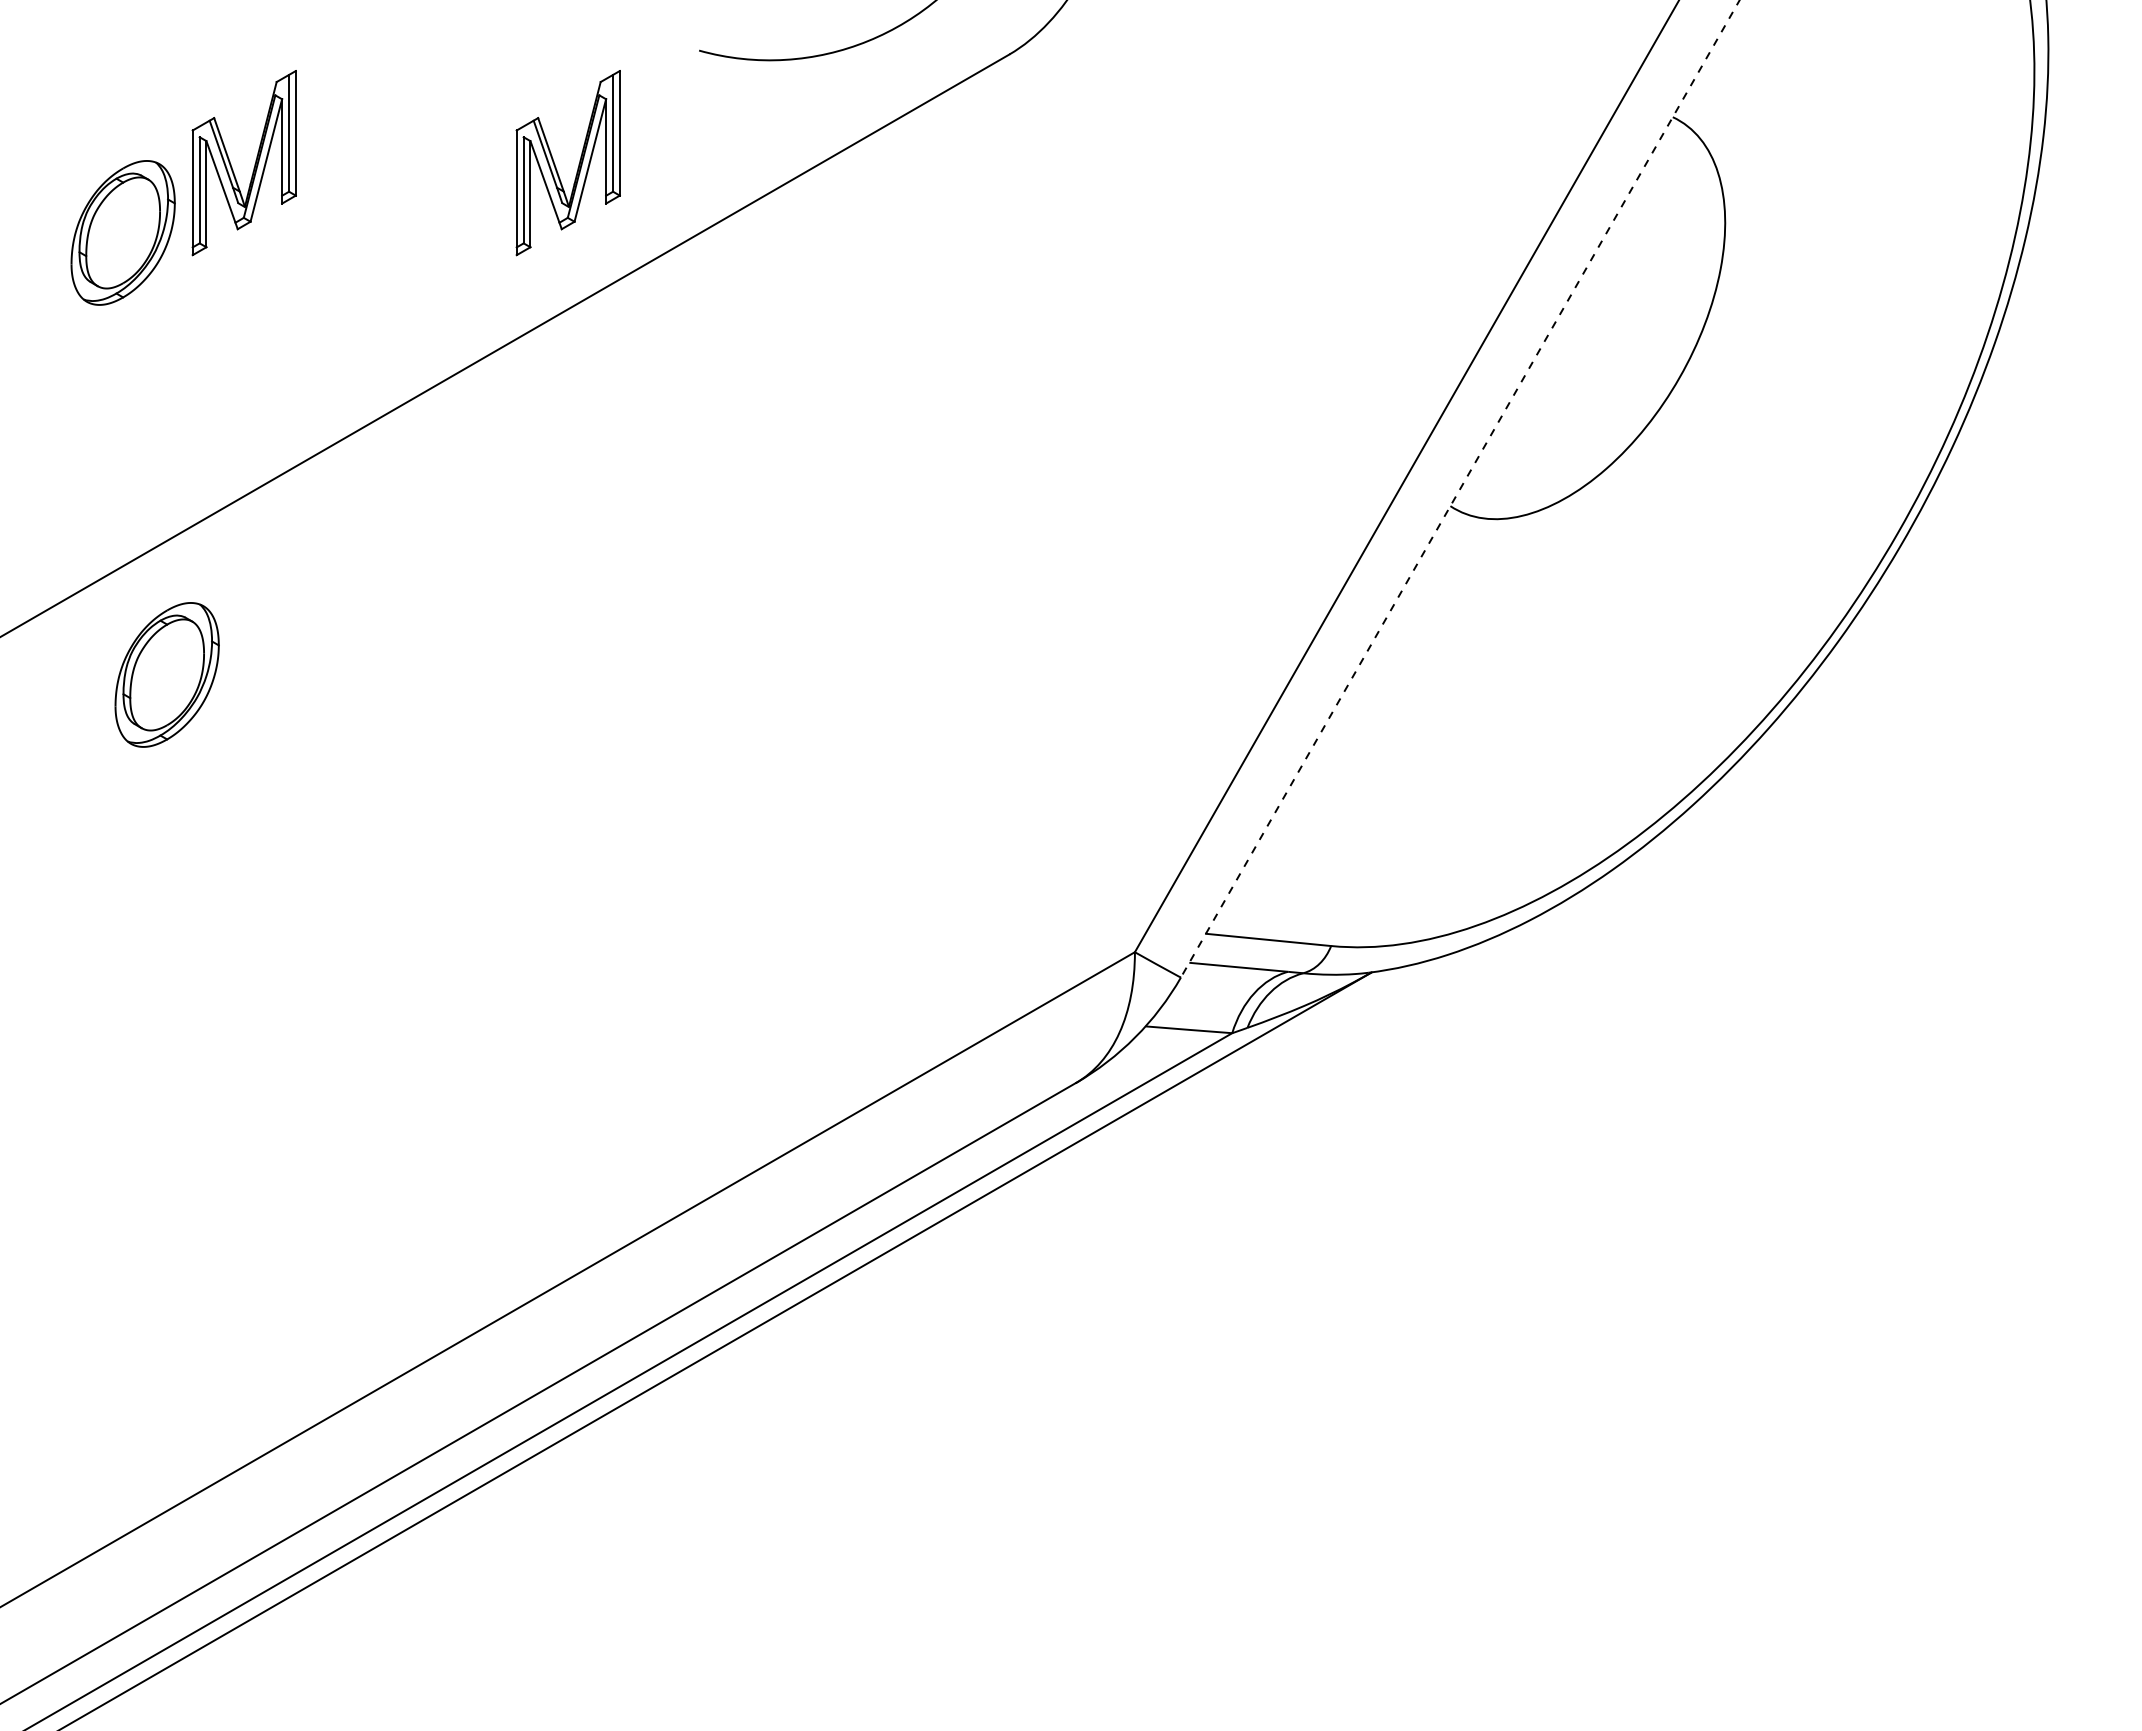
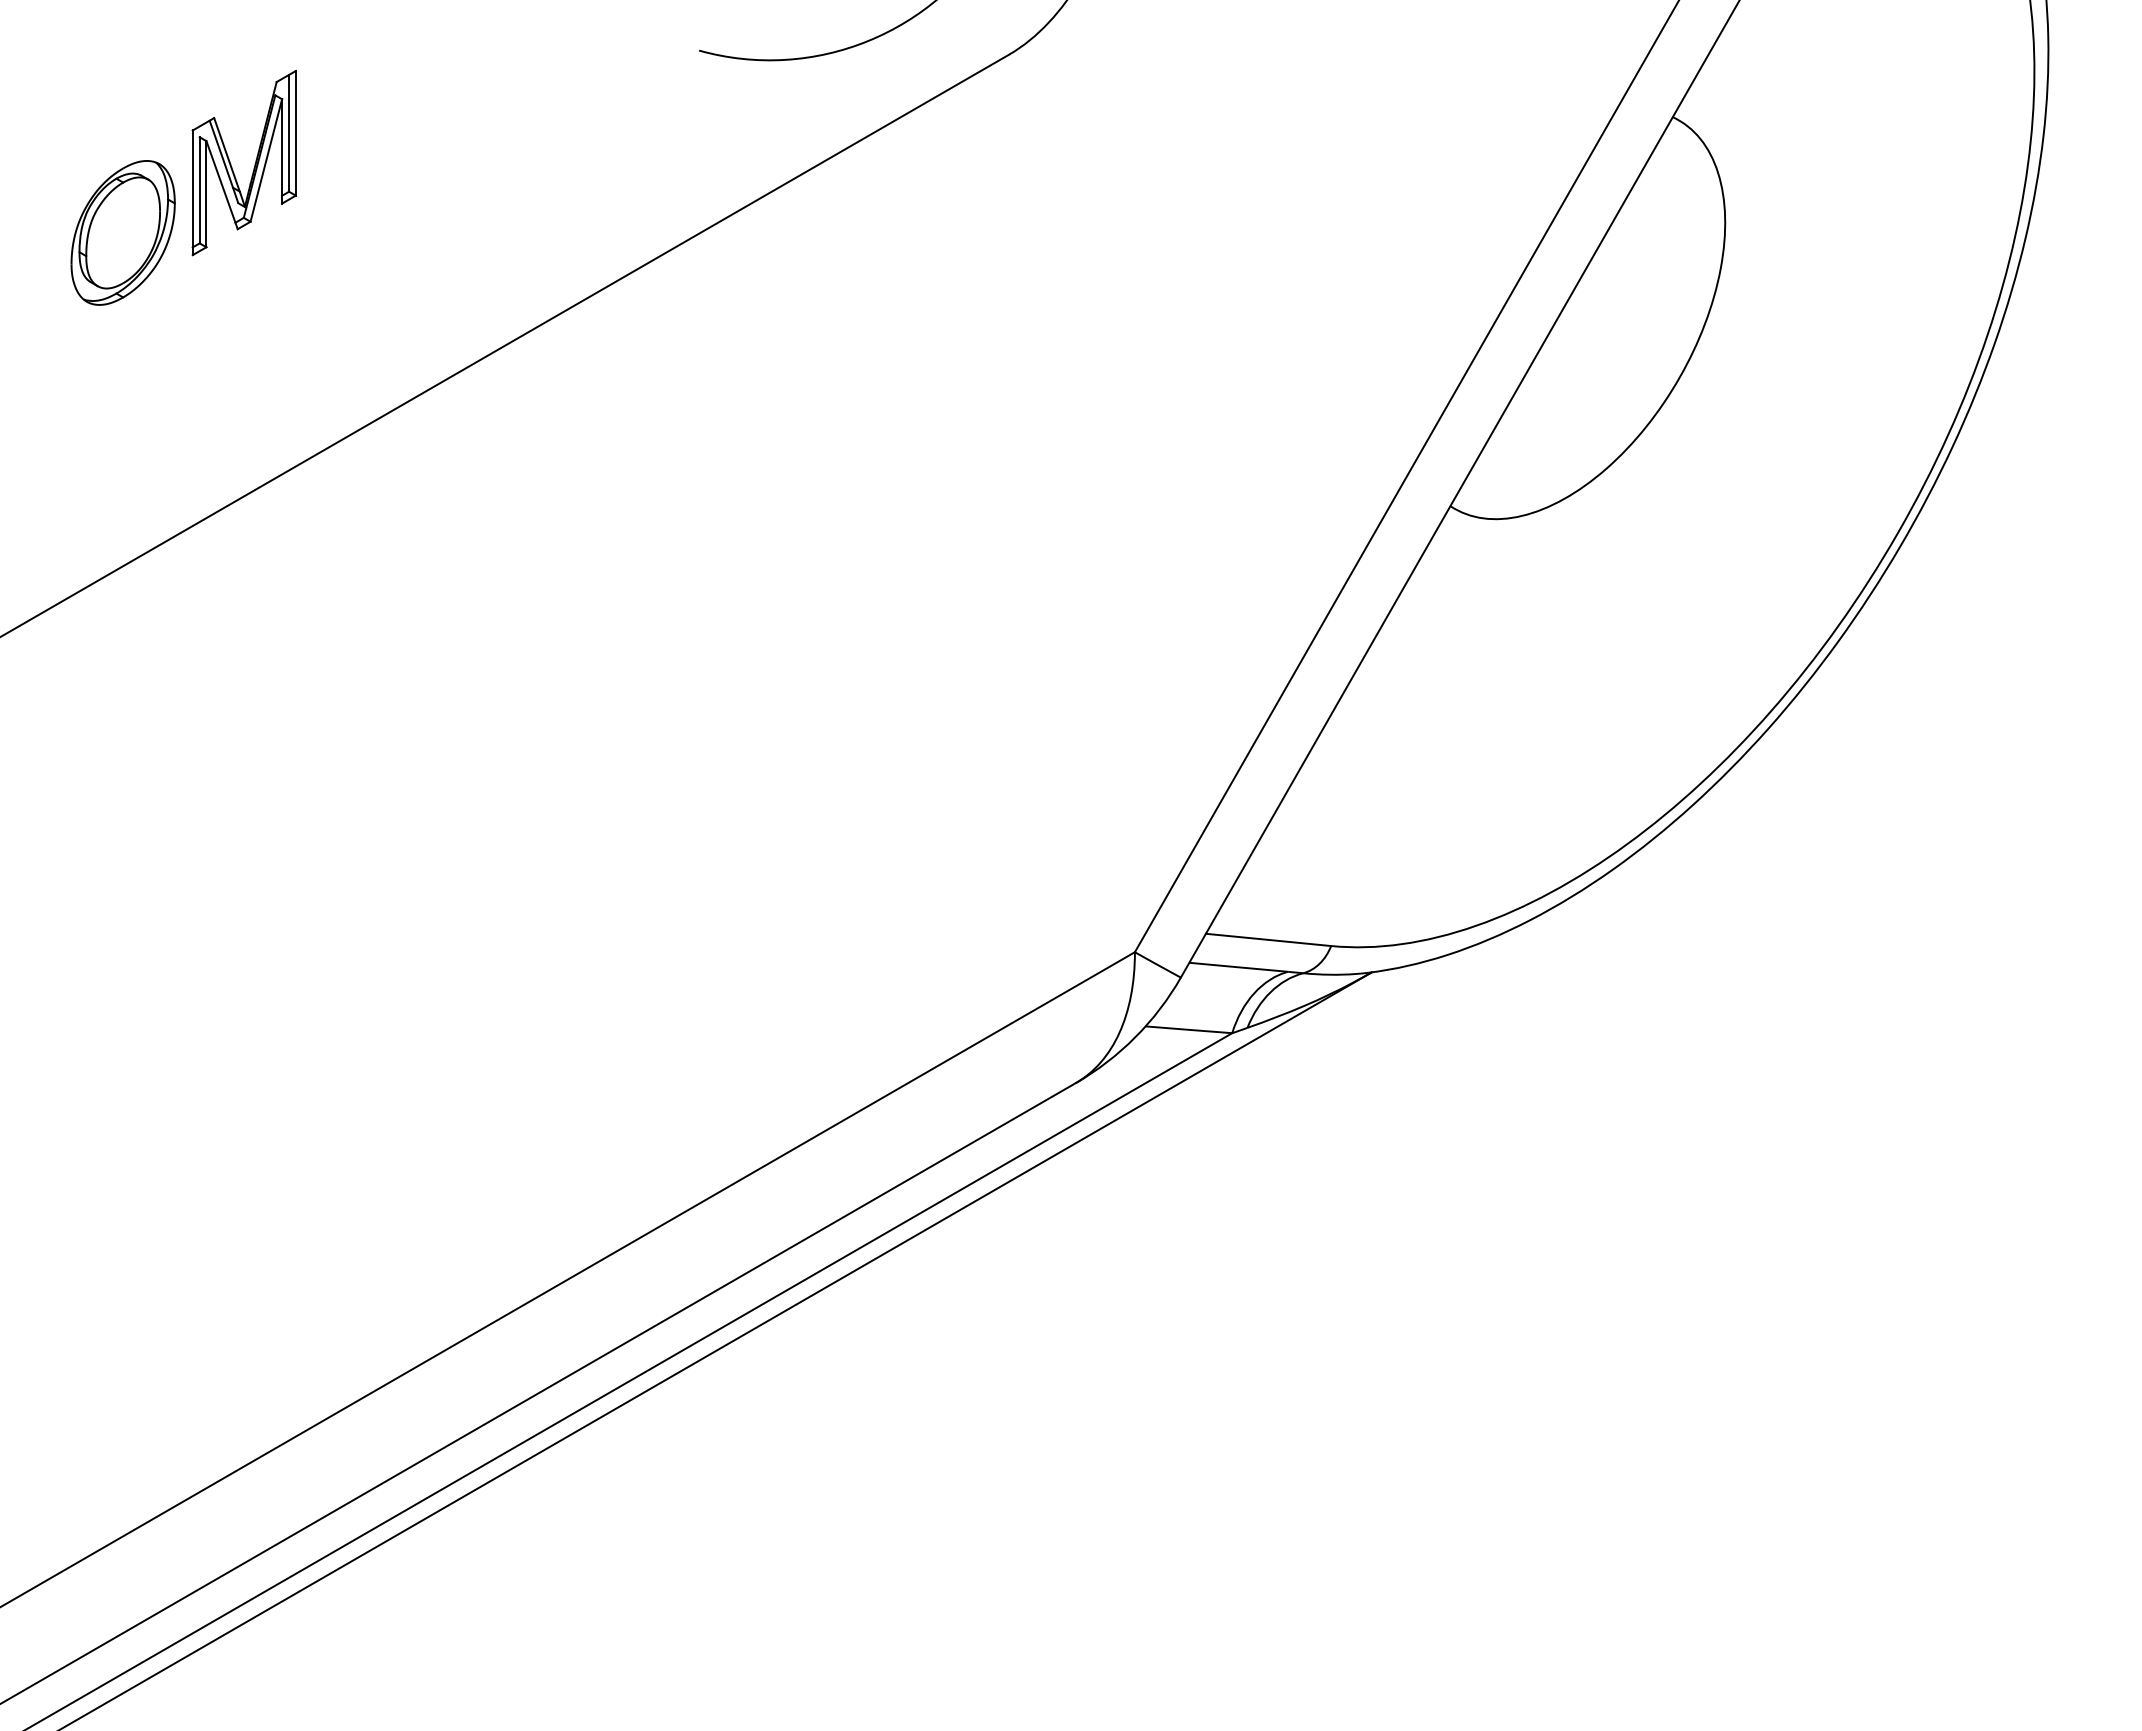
part at (577, 167): present -> none
line at (1460, 488): dashed -> solid
part at (166, 674): present -> none
